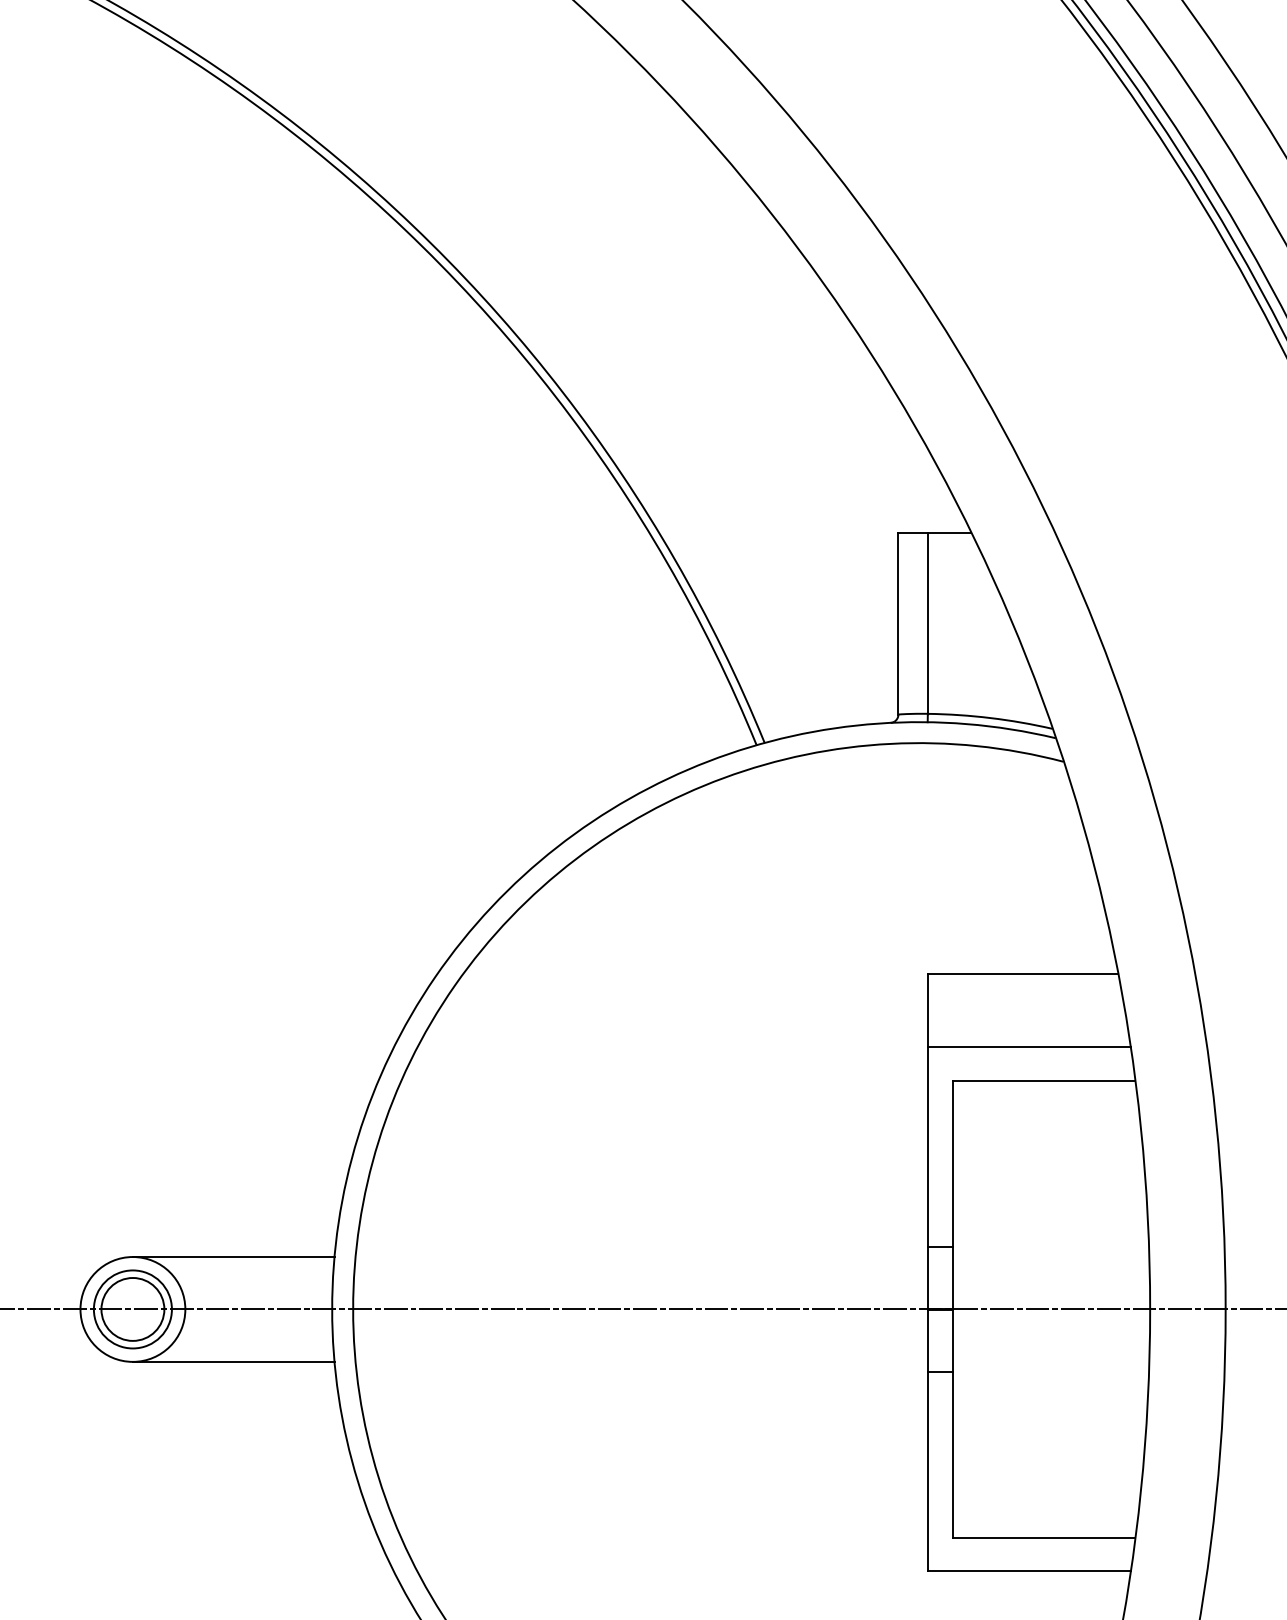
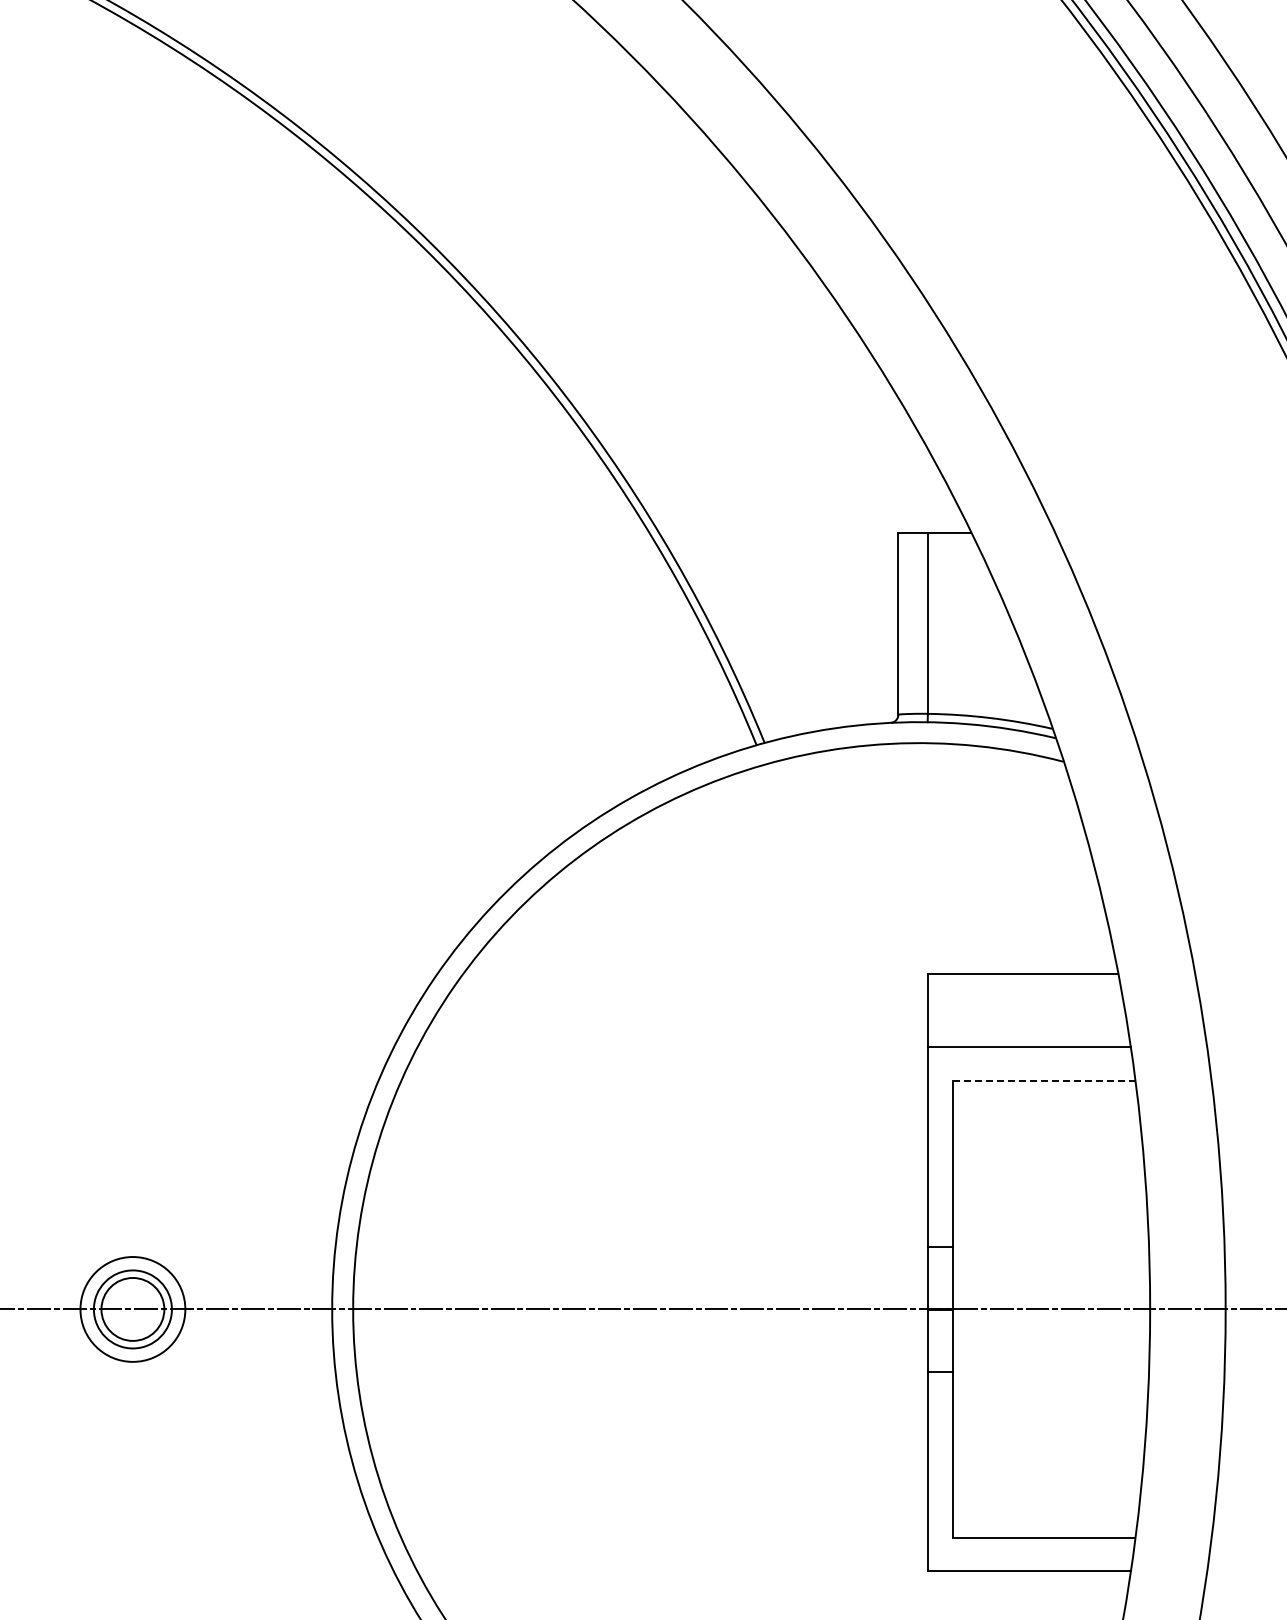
line at (1044, 1080): solid -> dashed
line at (233, 1257): present -> none
line at (233, 1361): present -> none
